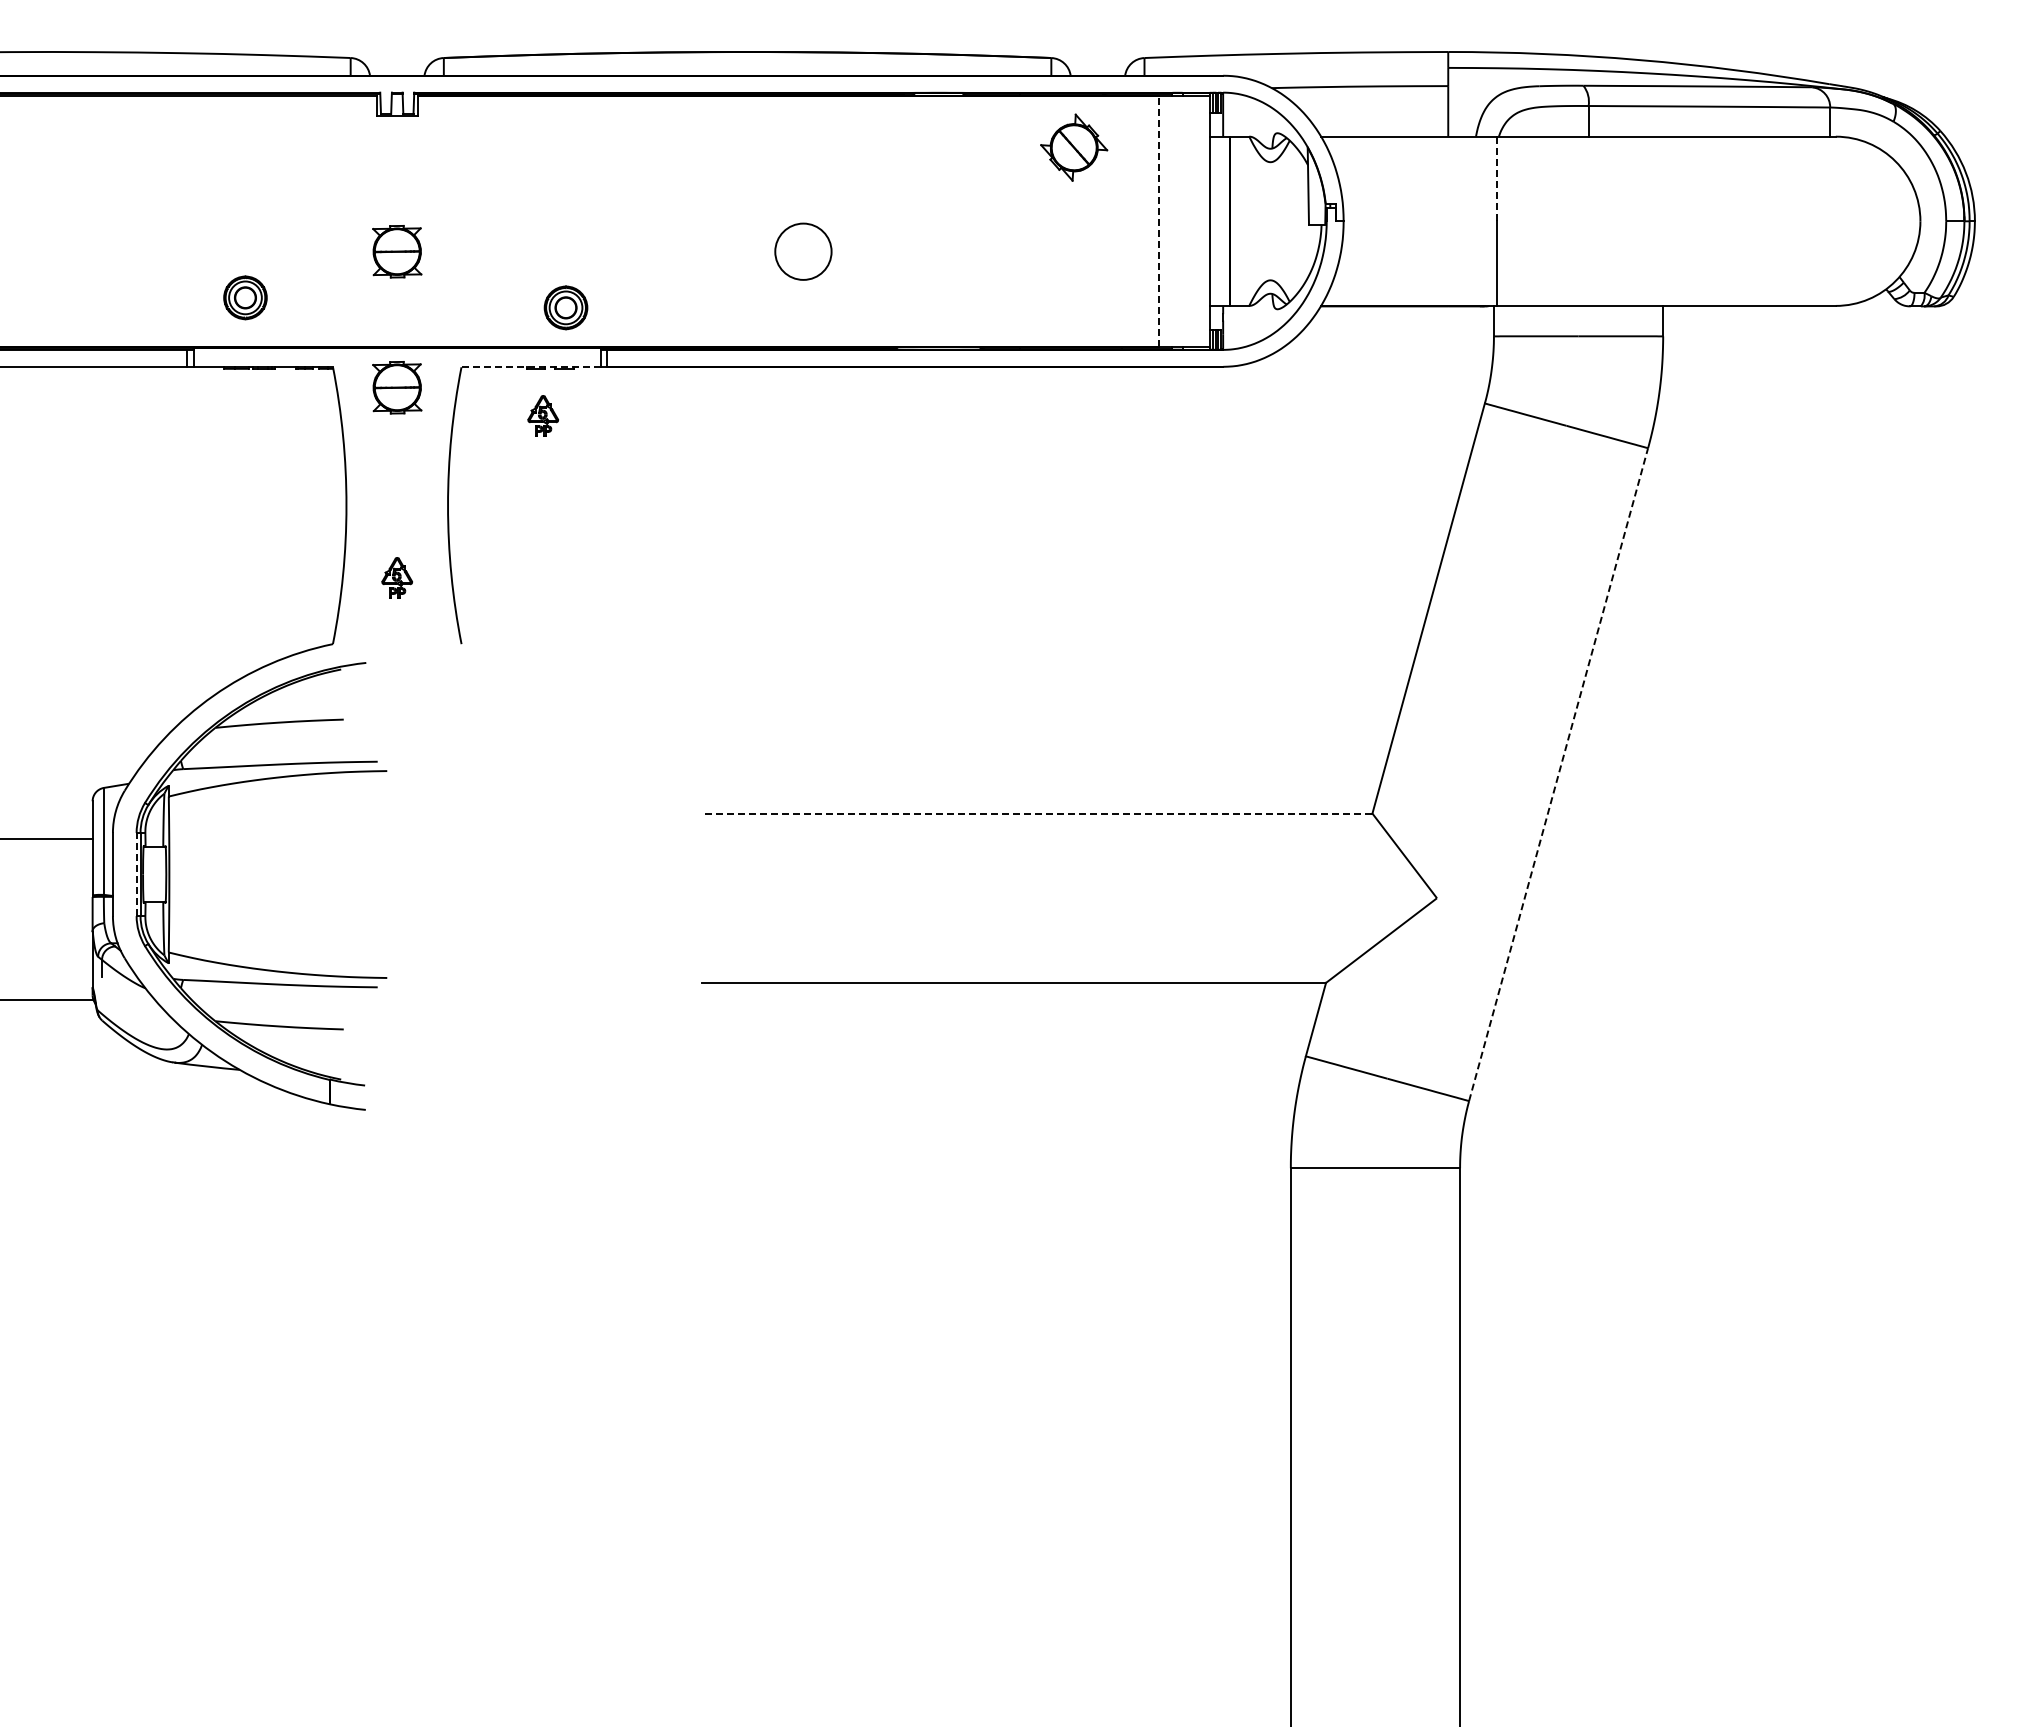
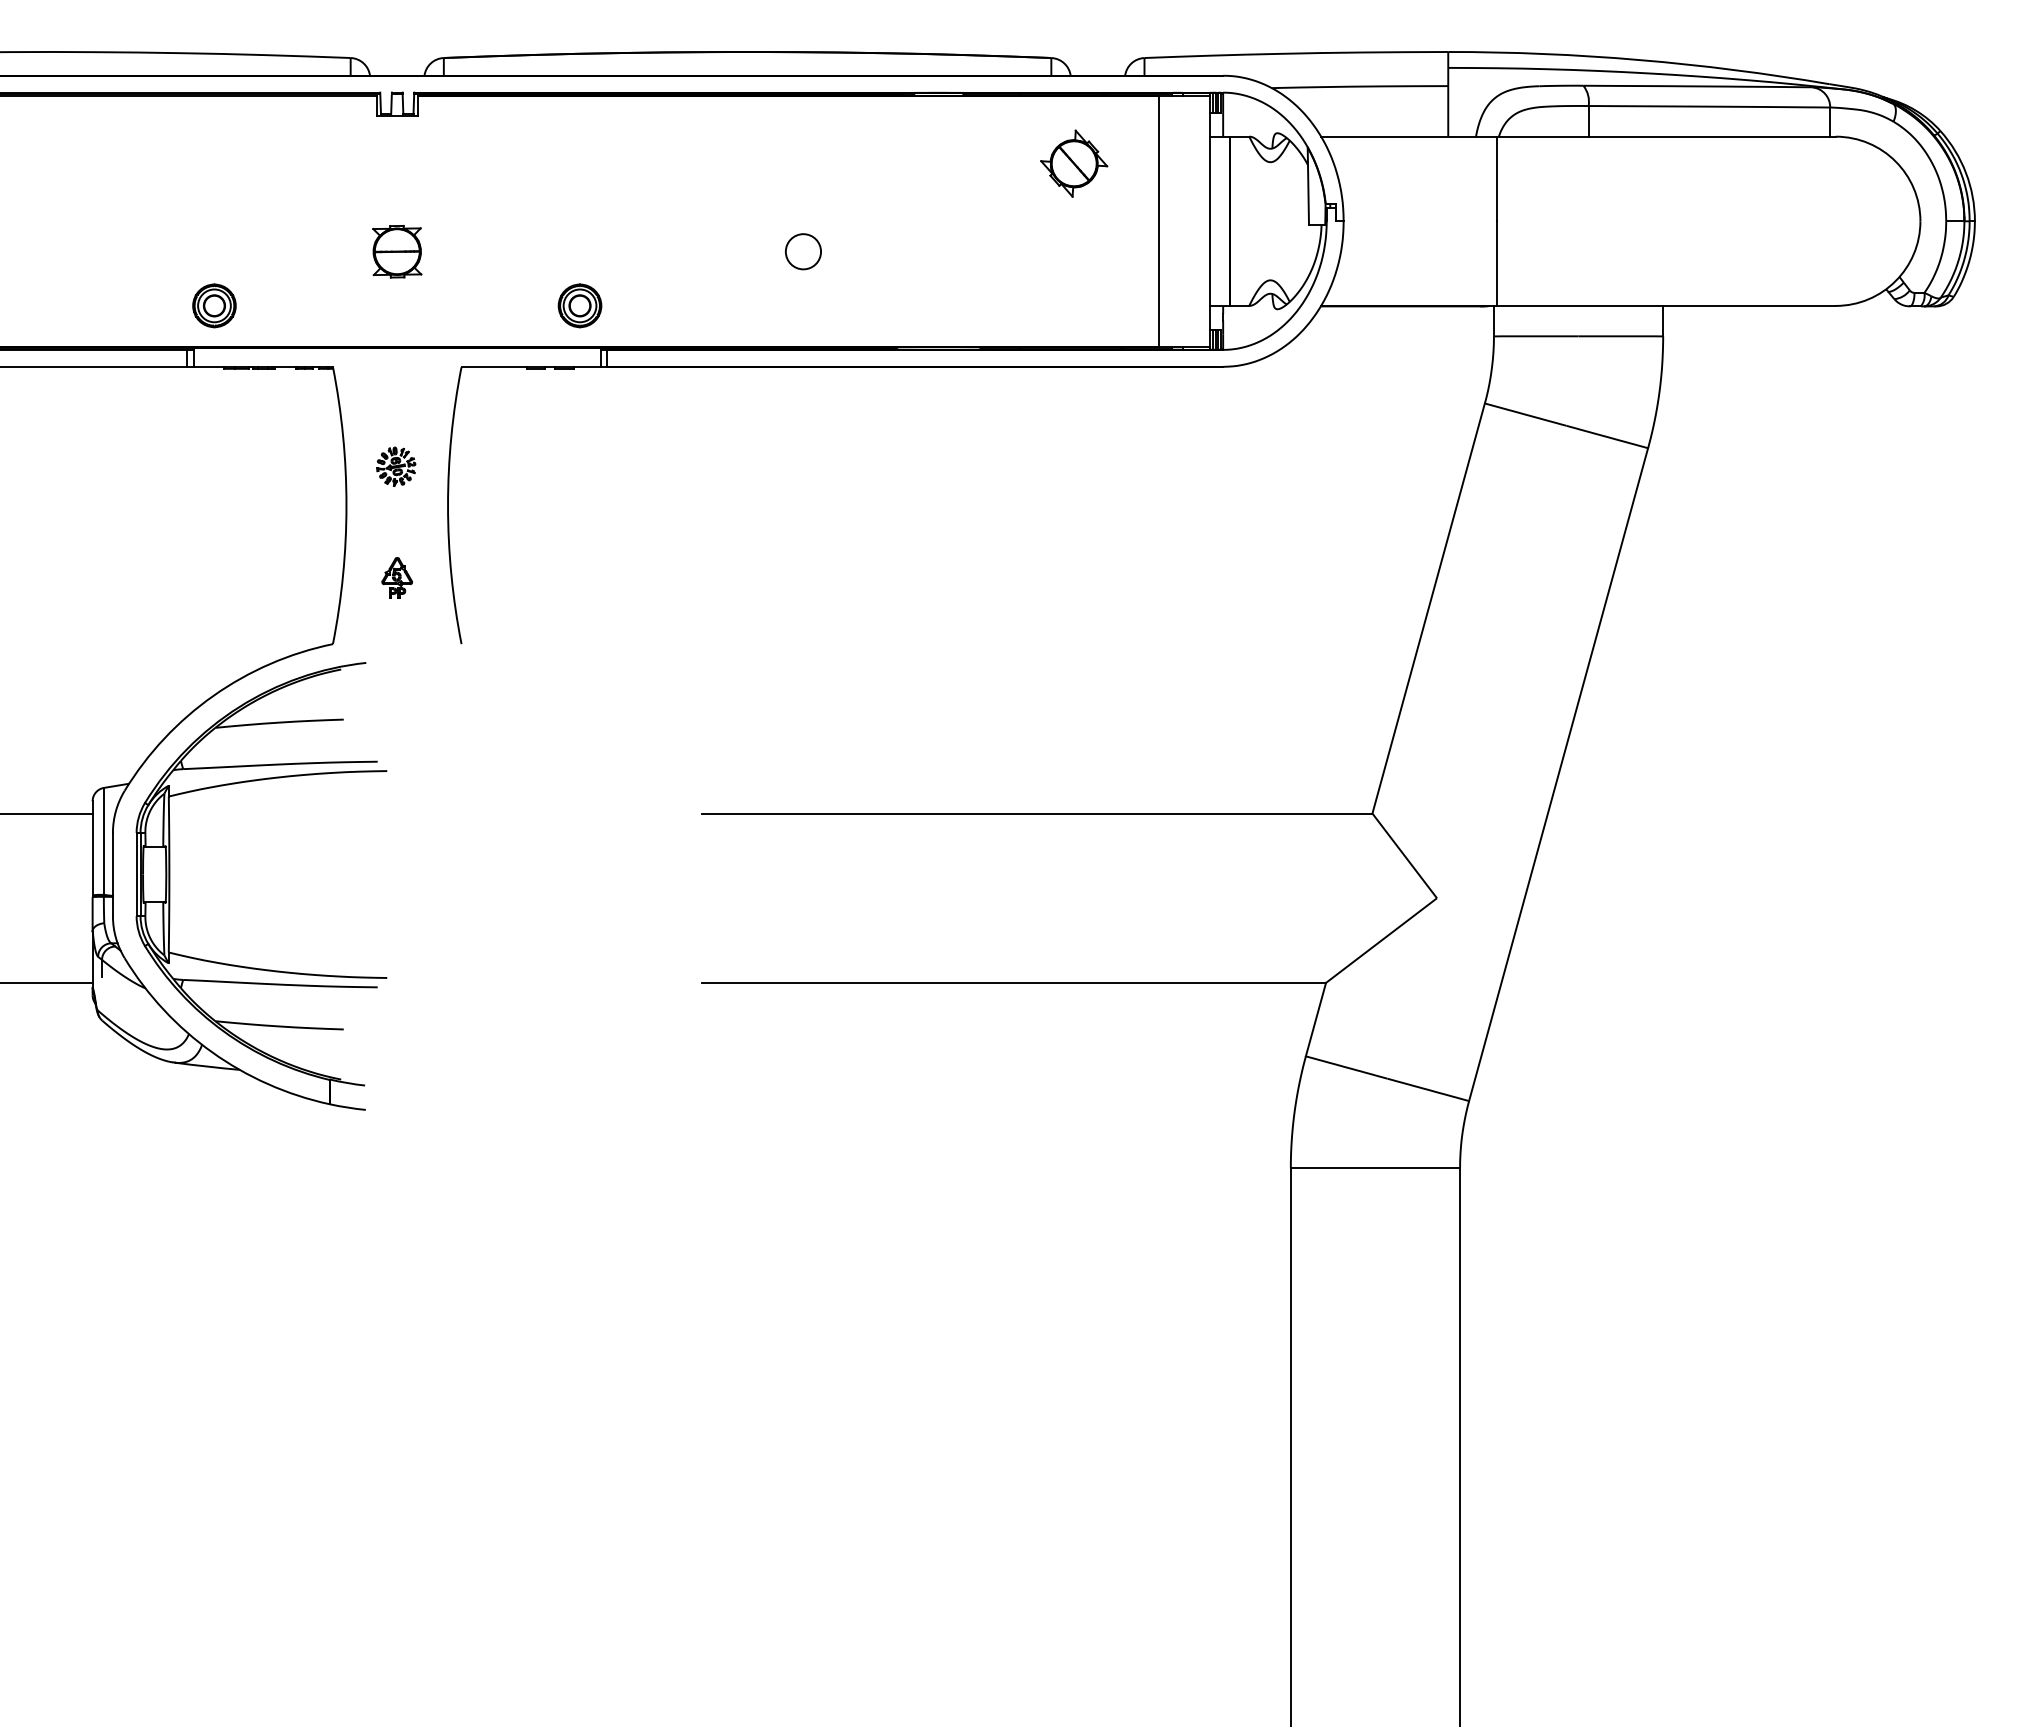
part at (1074, 147) position: (1074, 147) -> (1074, 163)
line at (1497, 179): dashed -> solid
line at (1158, 220): dashed -> solid
circle at (803, 251) diameter: 56 px -> 35 px
part at (245, 297) position: (245, 297) -> (214, 305)
part at (565, 307) position: (565, 307) -> (579, 305)
line at (531, 367): dashed -> solid
part at (397, 387): present -> none
part at (542, 415): present -> none
part at (396, 466): none -> present
line at (1558, 774): dashed -> solid
line at (1036, 813): dashed -> solid
line at (47, 838) position: (47, 838) -> (47, 813)
line at (136, 874): dashed -> solid
line at (47, 999) position: (47, 999) -> (47, 982)
